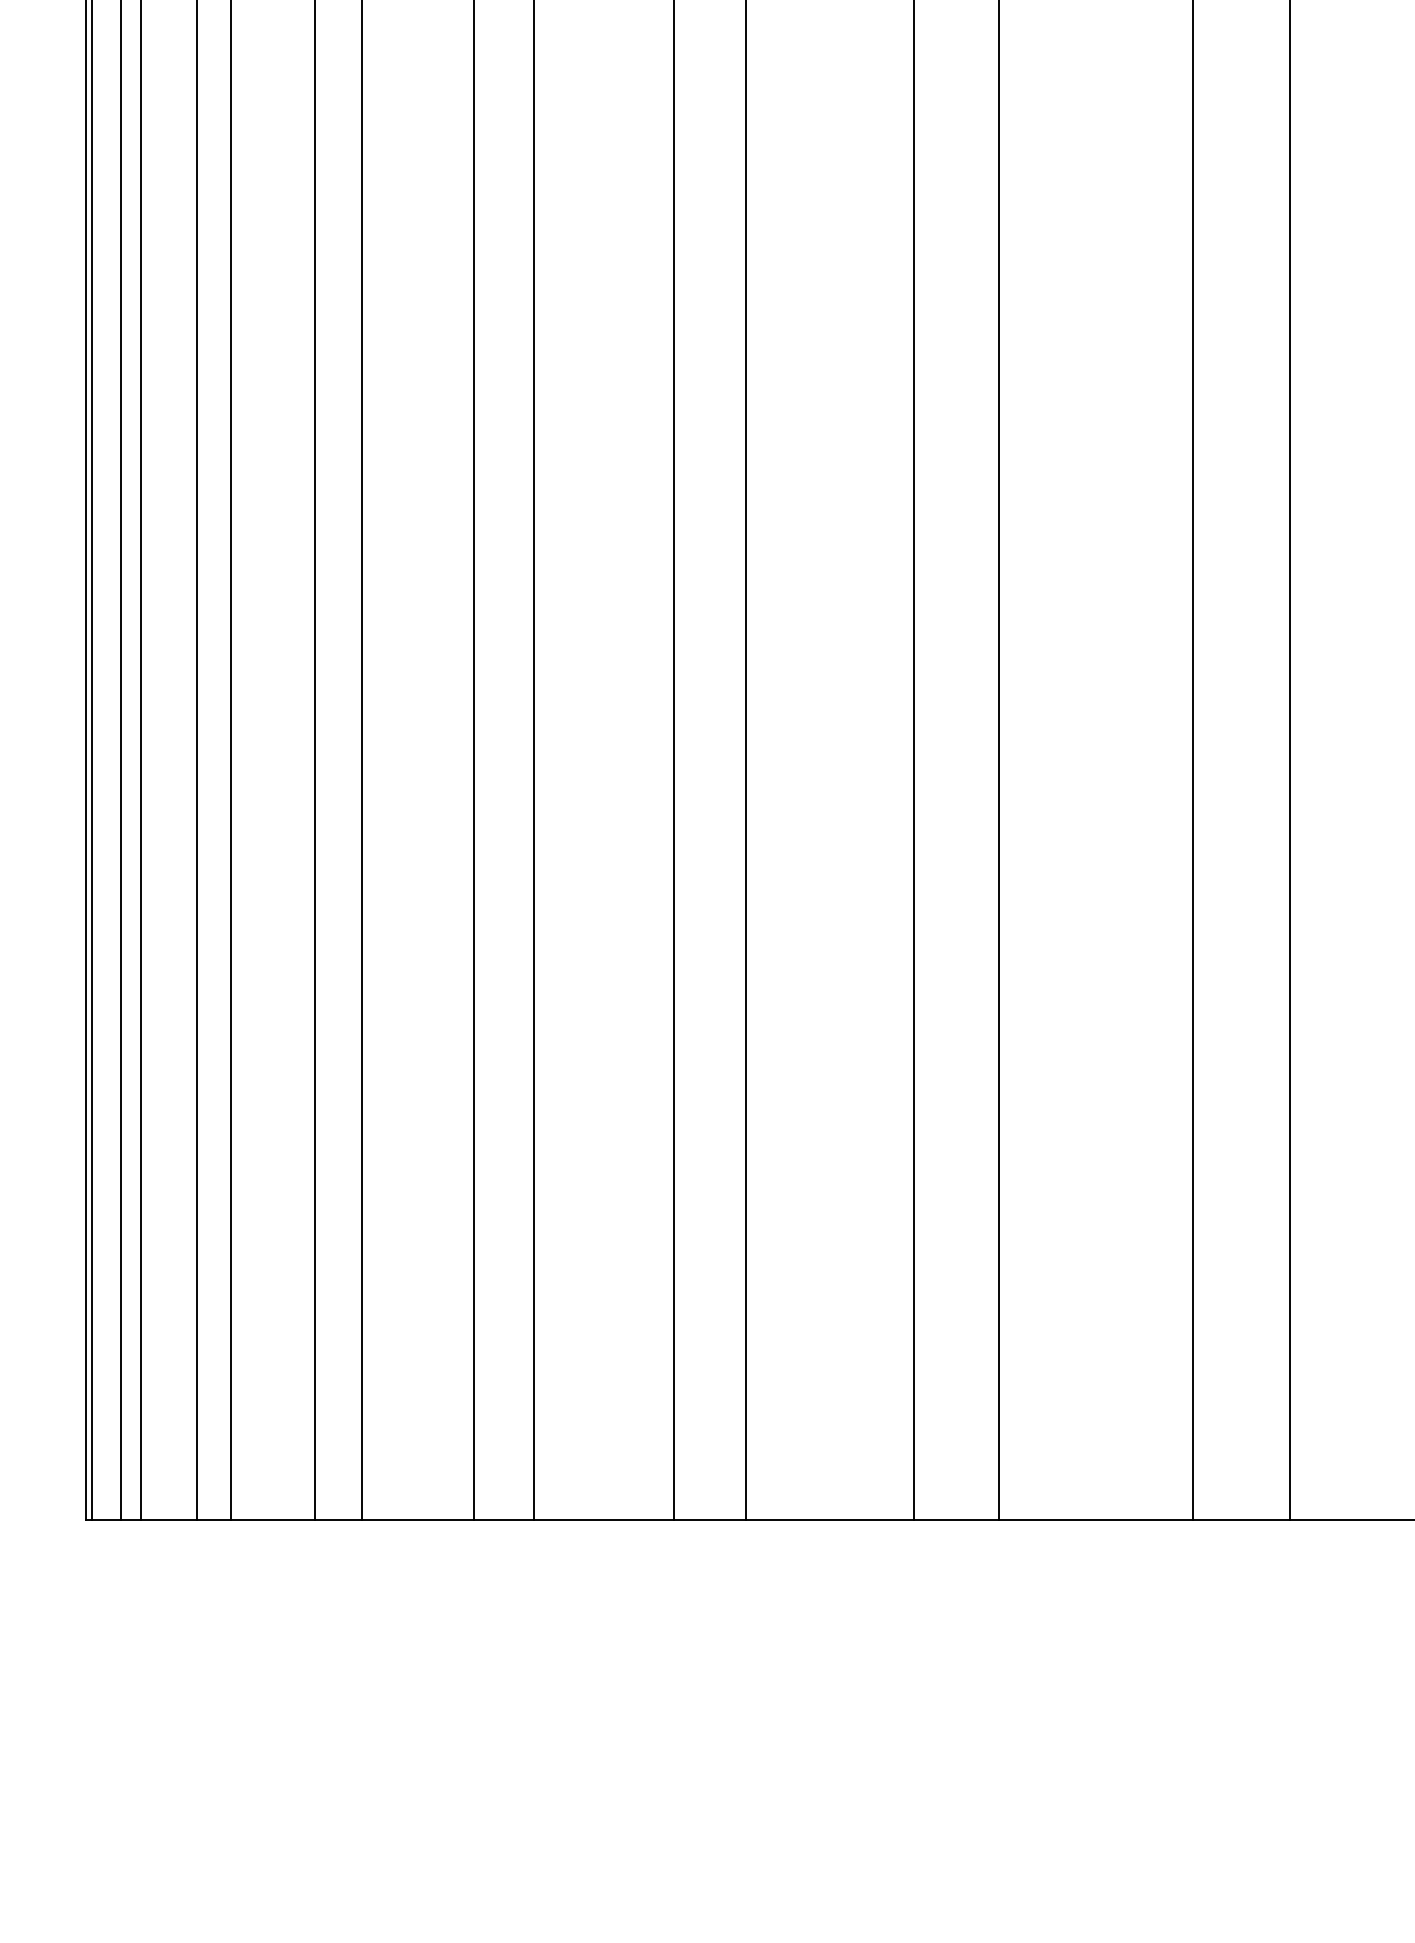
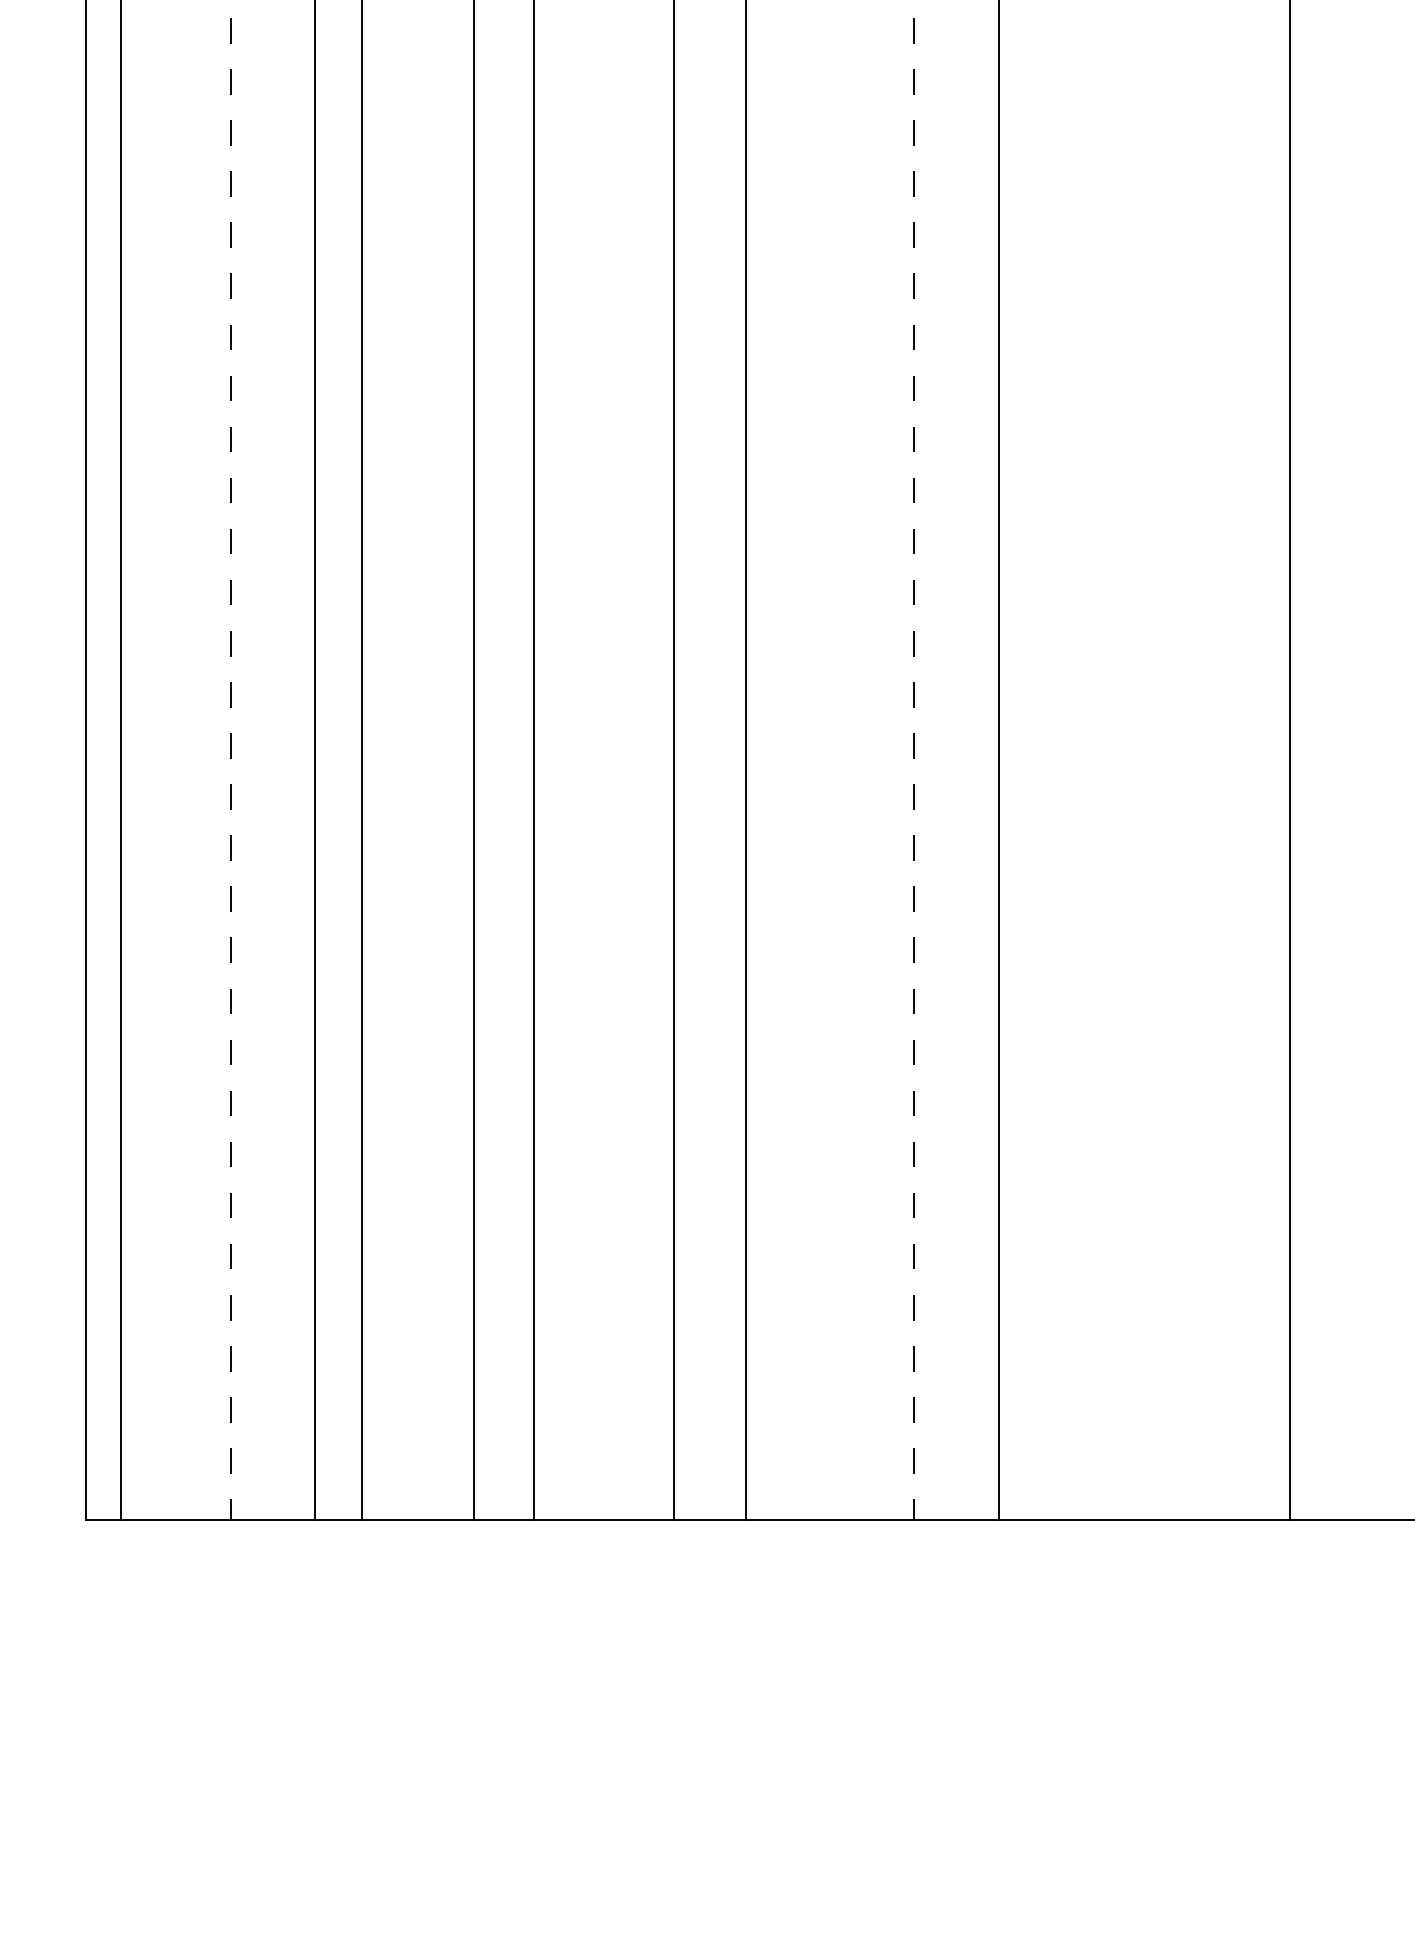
line at (92, 760): present -> none
line at (140, 760): present -> none
line at (197, 760): present -> none
line at (230, 760): solid -> dashed
line at (913, 760): solid -> dashed
line at (1192, 760): present -> none
